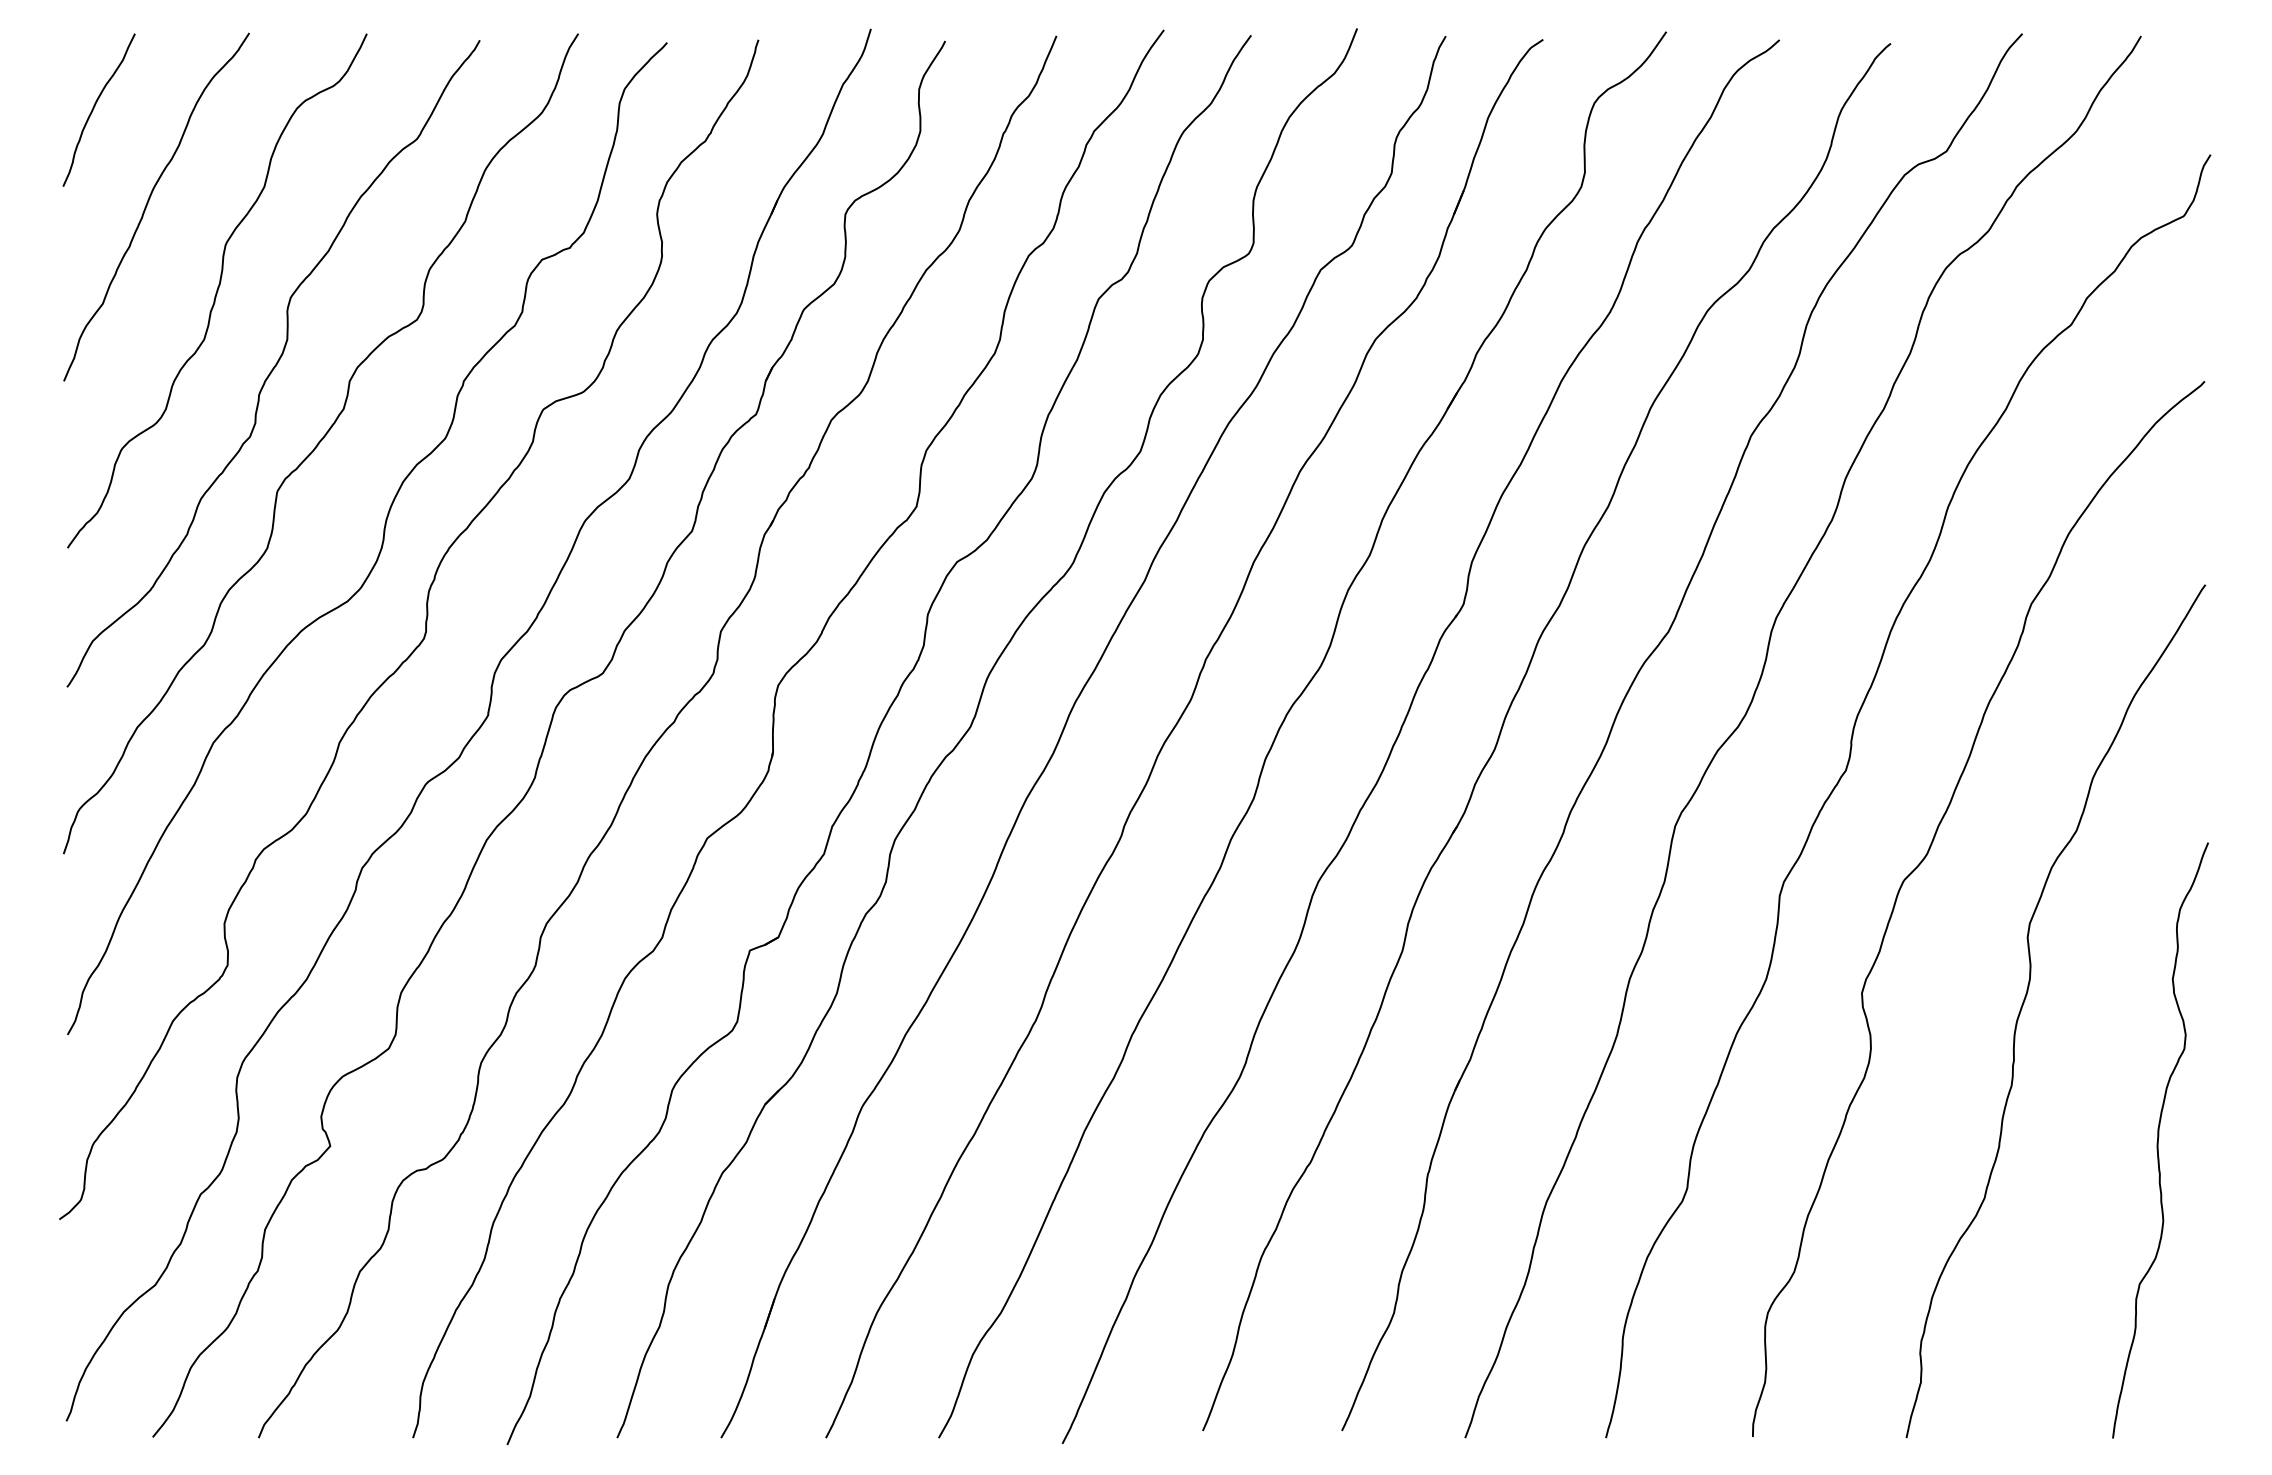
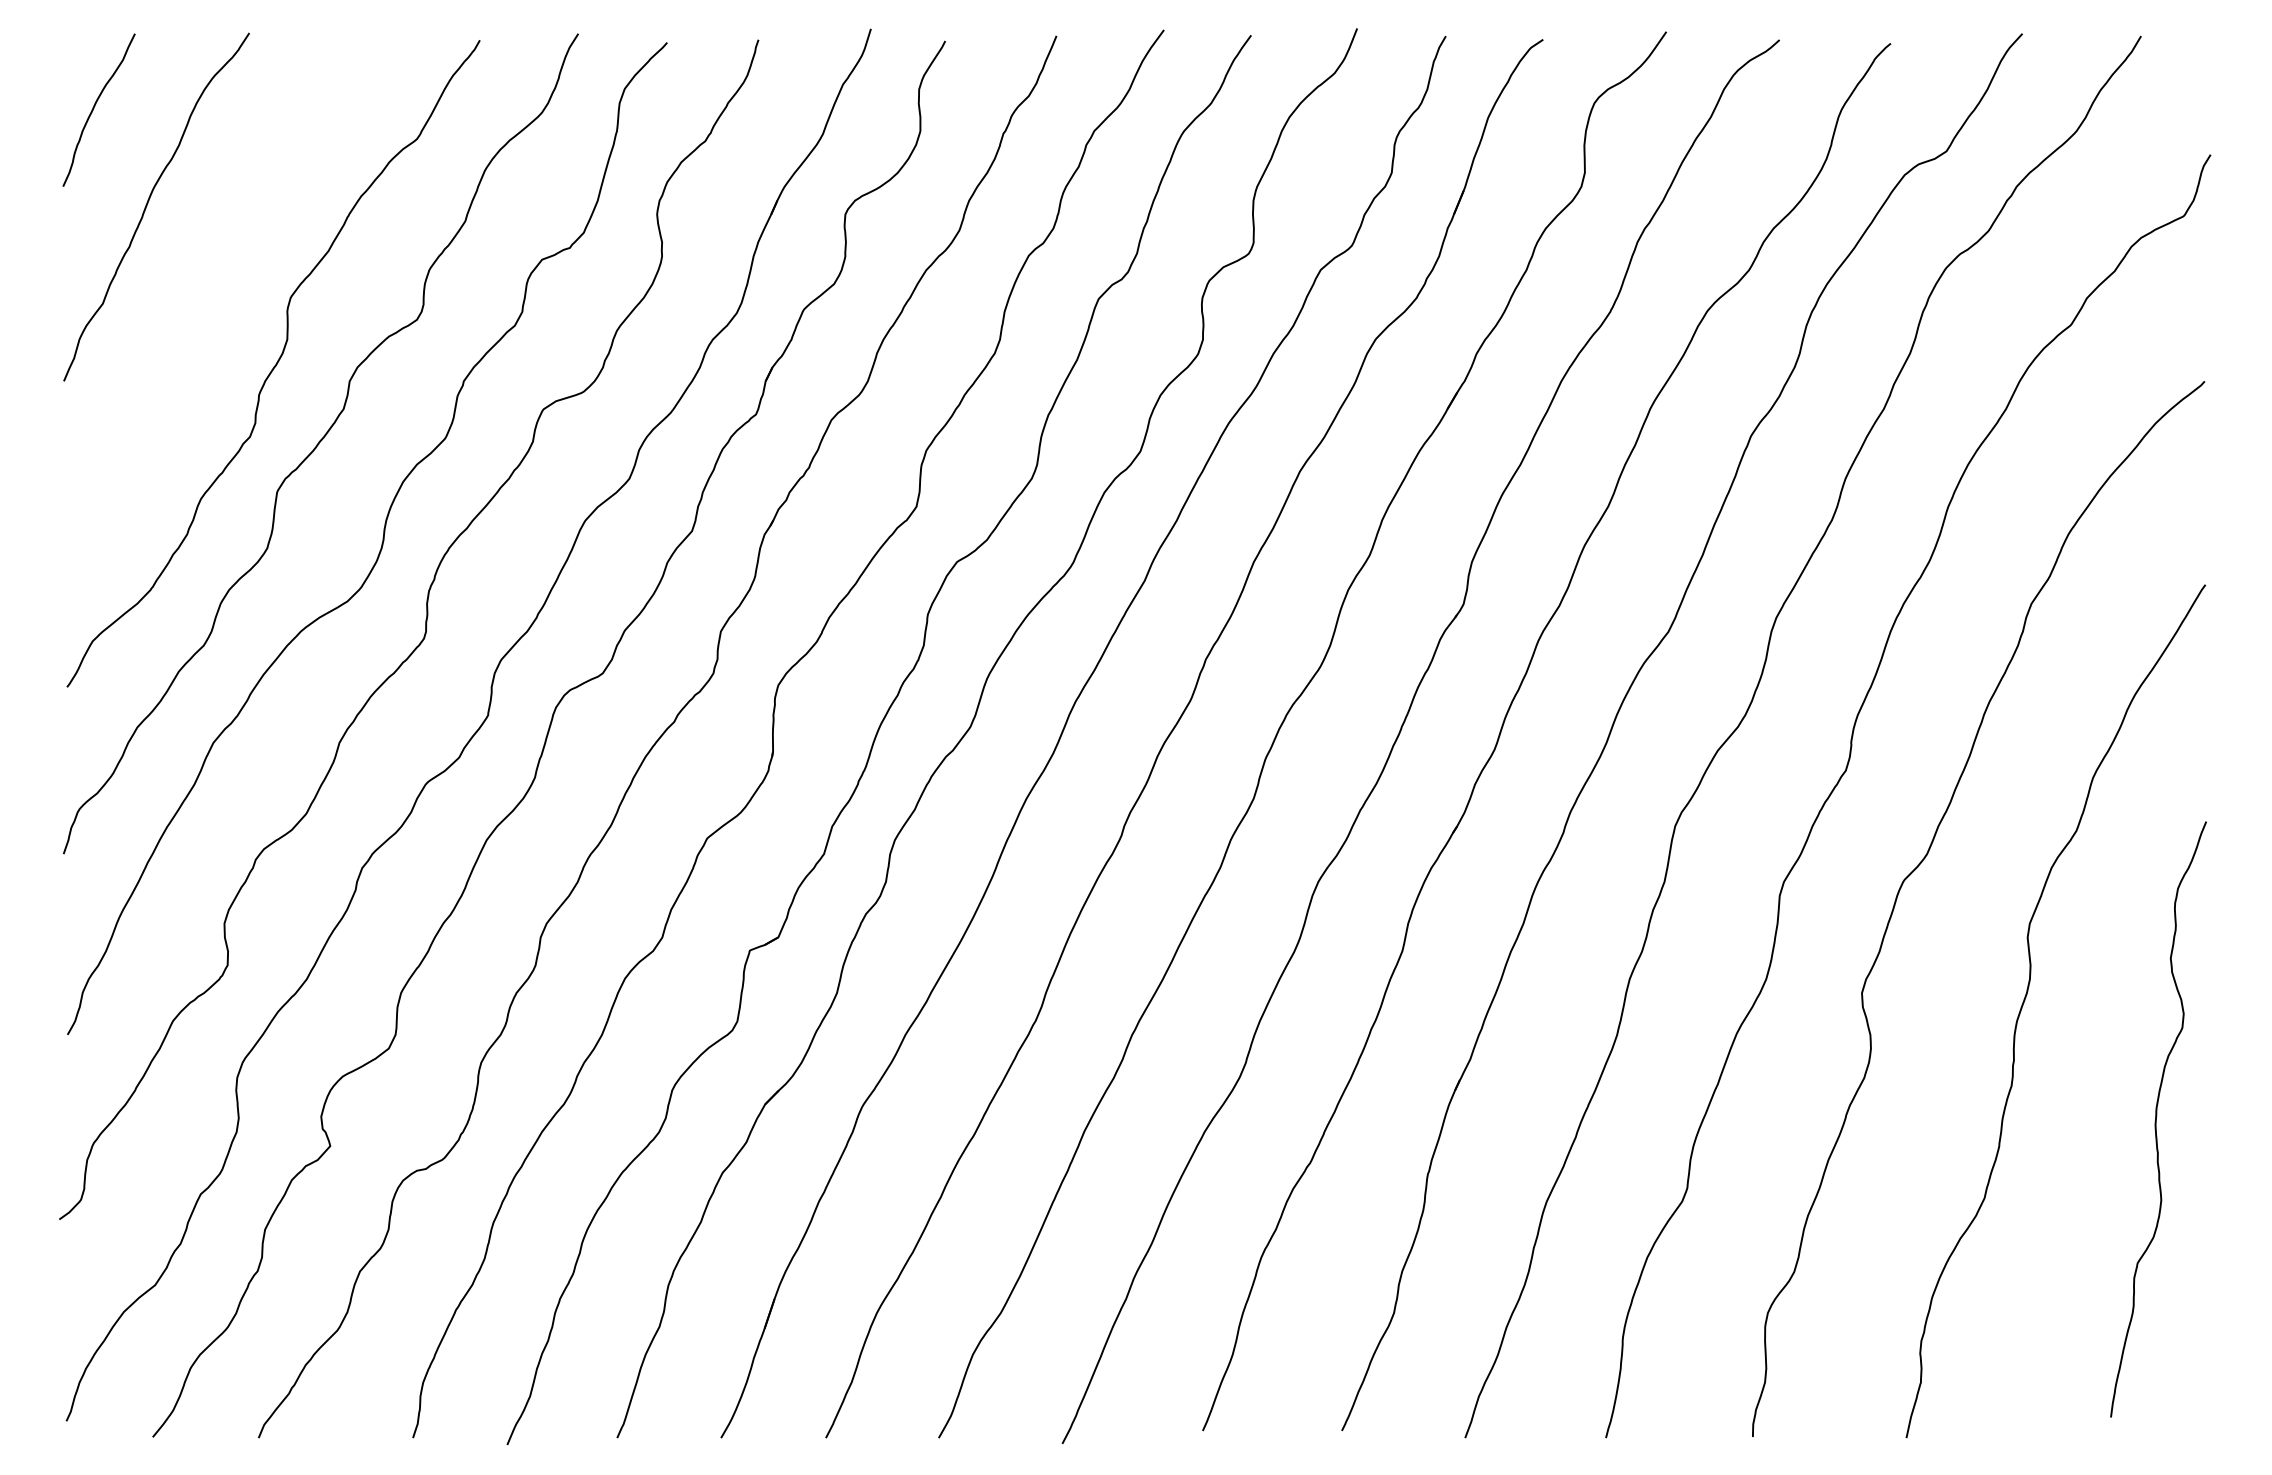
curve at (217, 290): present -> none
curve at (2158, 1140) position: (2158, 1140) -> (2156, 1119)
